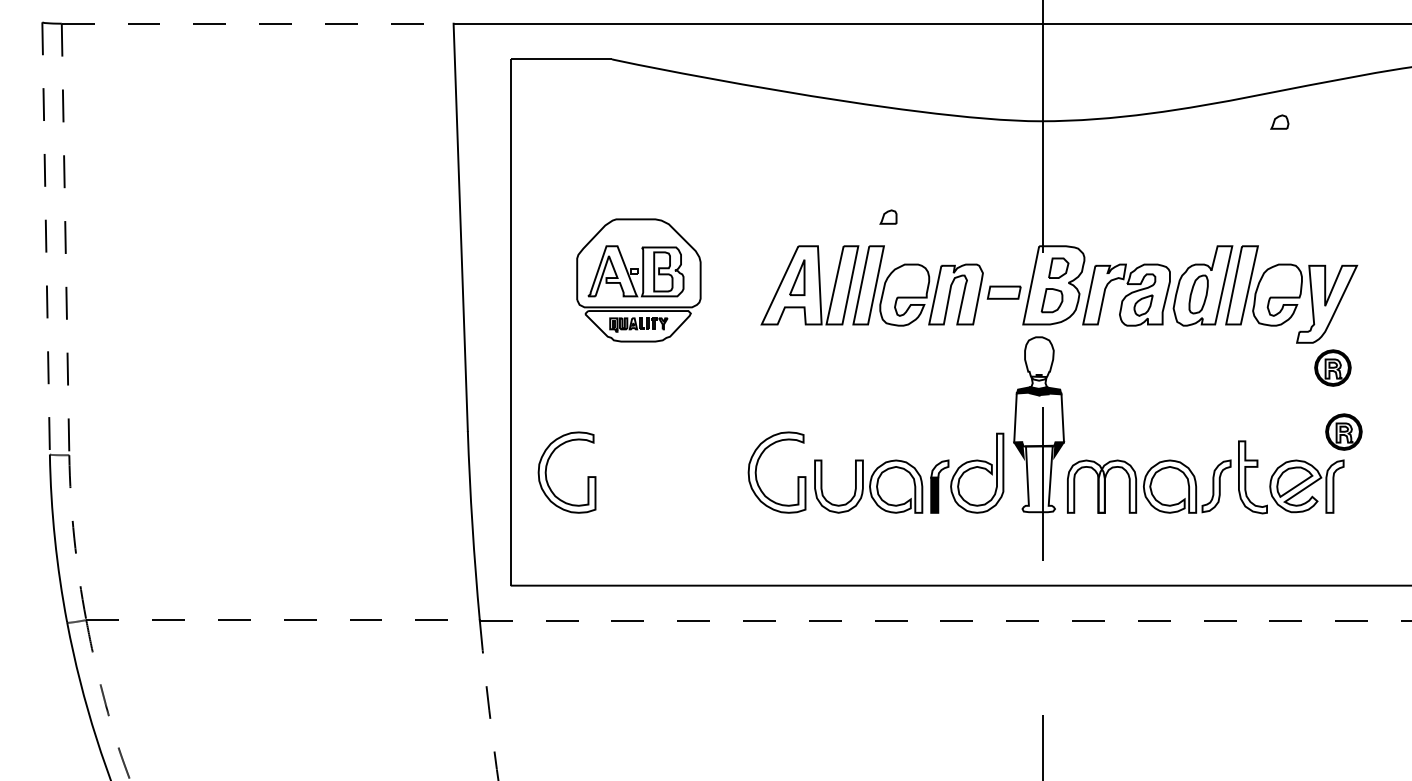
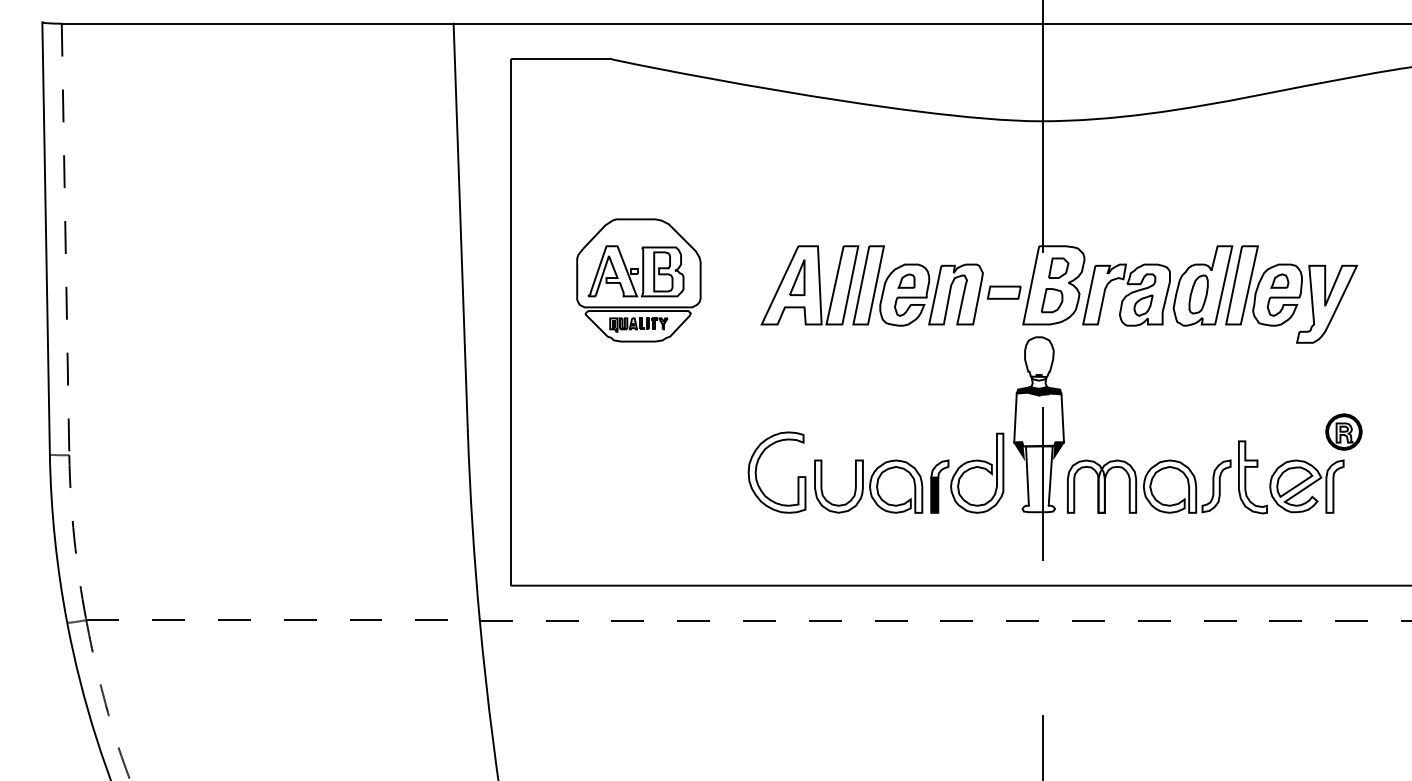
line at (257, 23): dashed -> solid
part at (1279, 121) position: (1279, 121) -> (1279, 280)
part at (888, 216) position: (888, 216) -> (906, 280)
line at (46, 238): dashed -> solid
part at (1332, 367): present -> none
part at (547, 467): present -> none
arc at (488, 701): dashed -> solid
